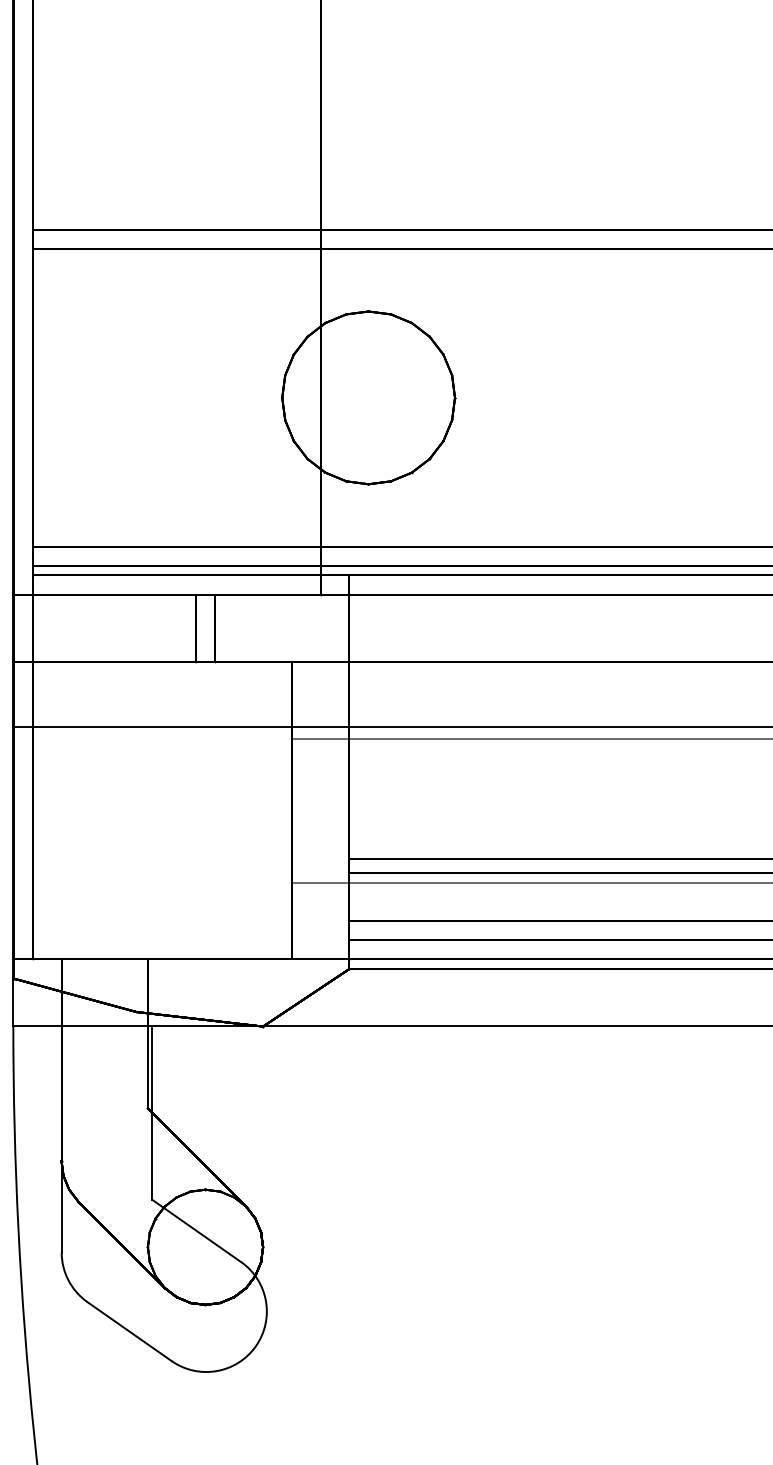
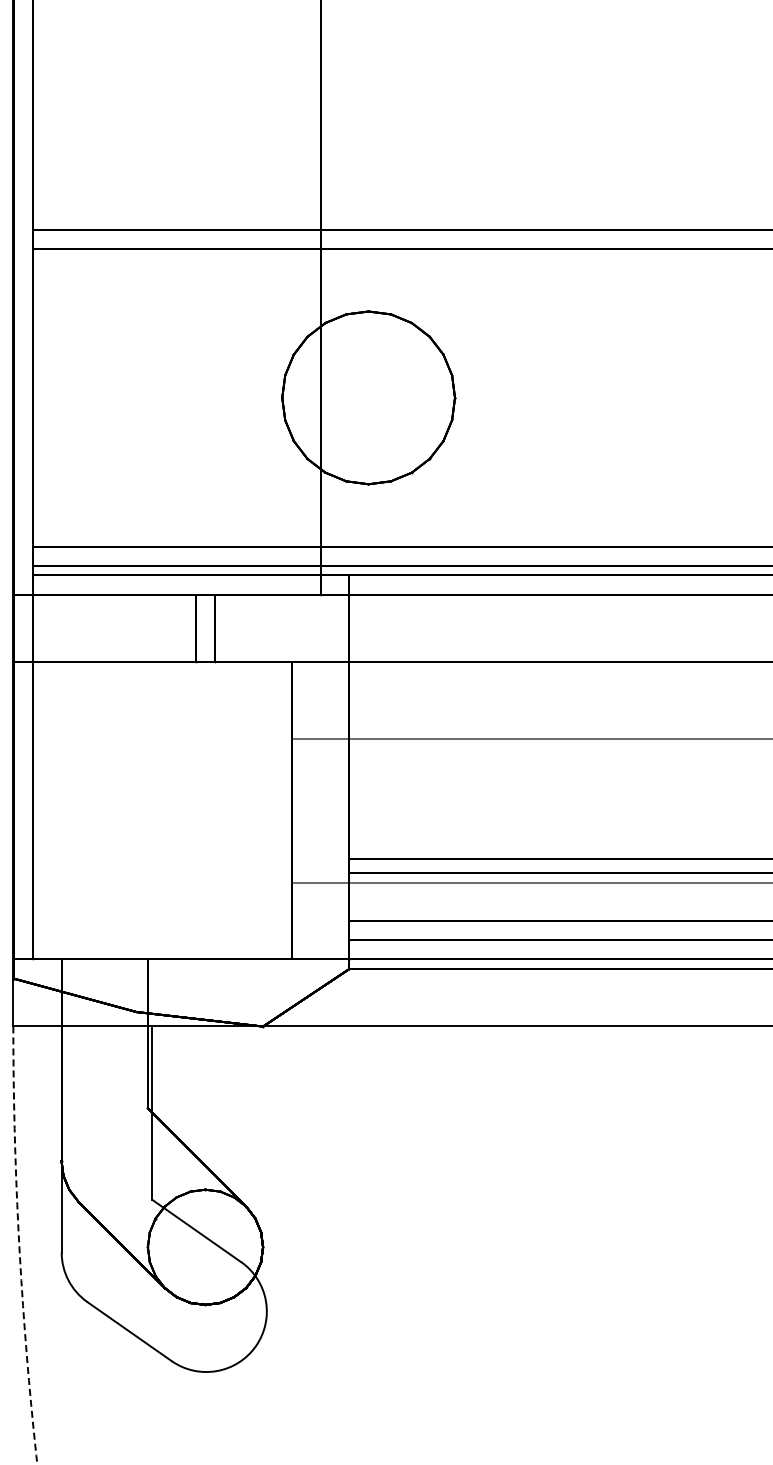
line at (391, 727): present -> none
arc at (19, 1246): solid -> dashed
